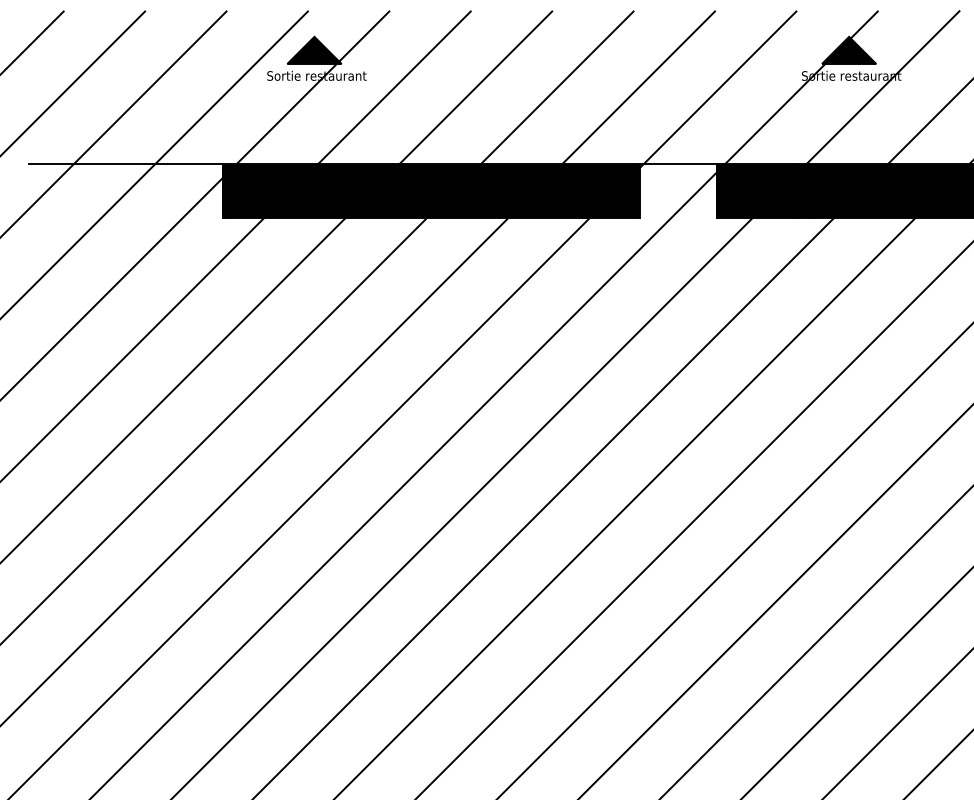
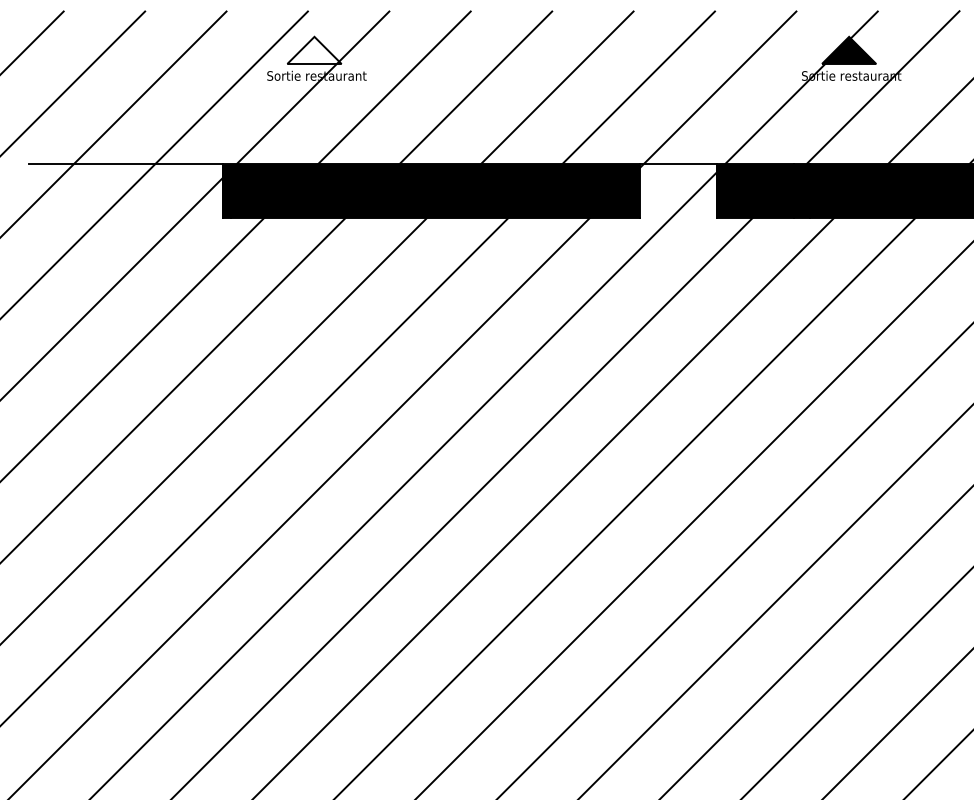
fill at (314, 50): present -> none
